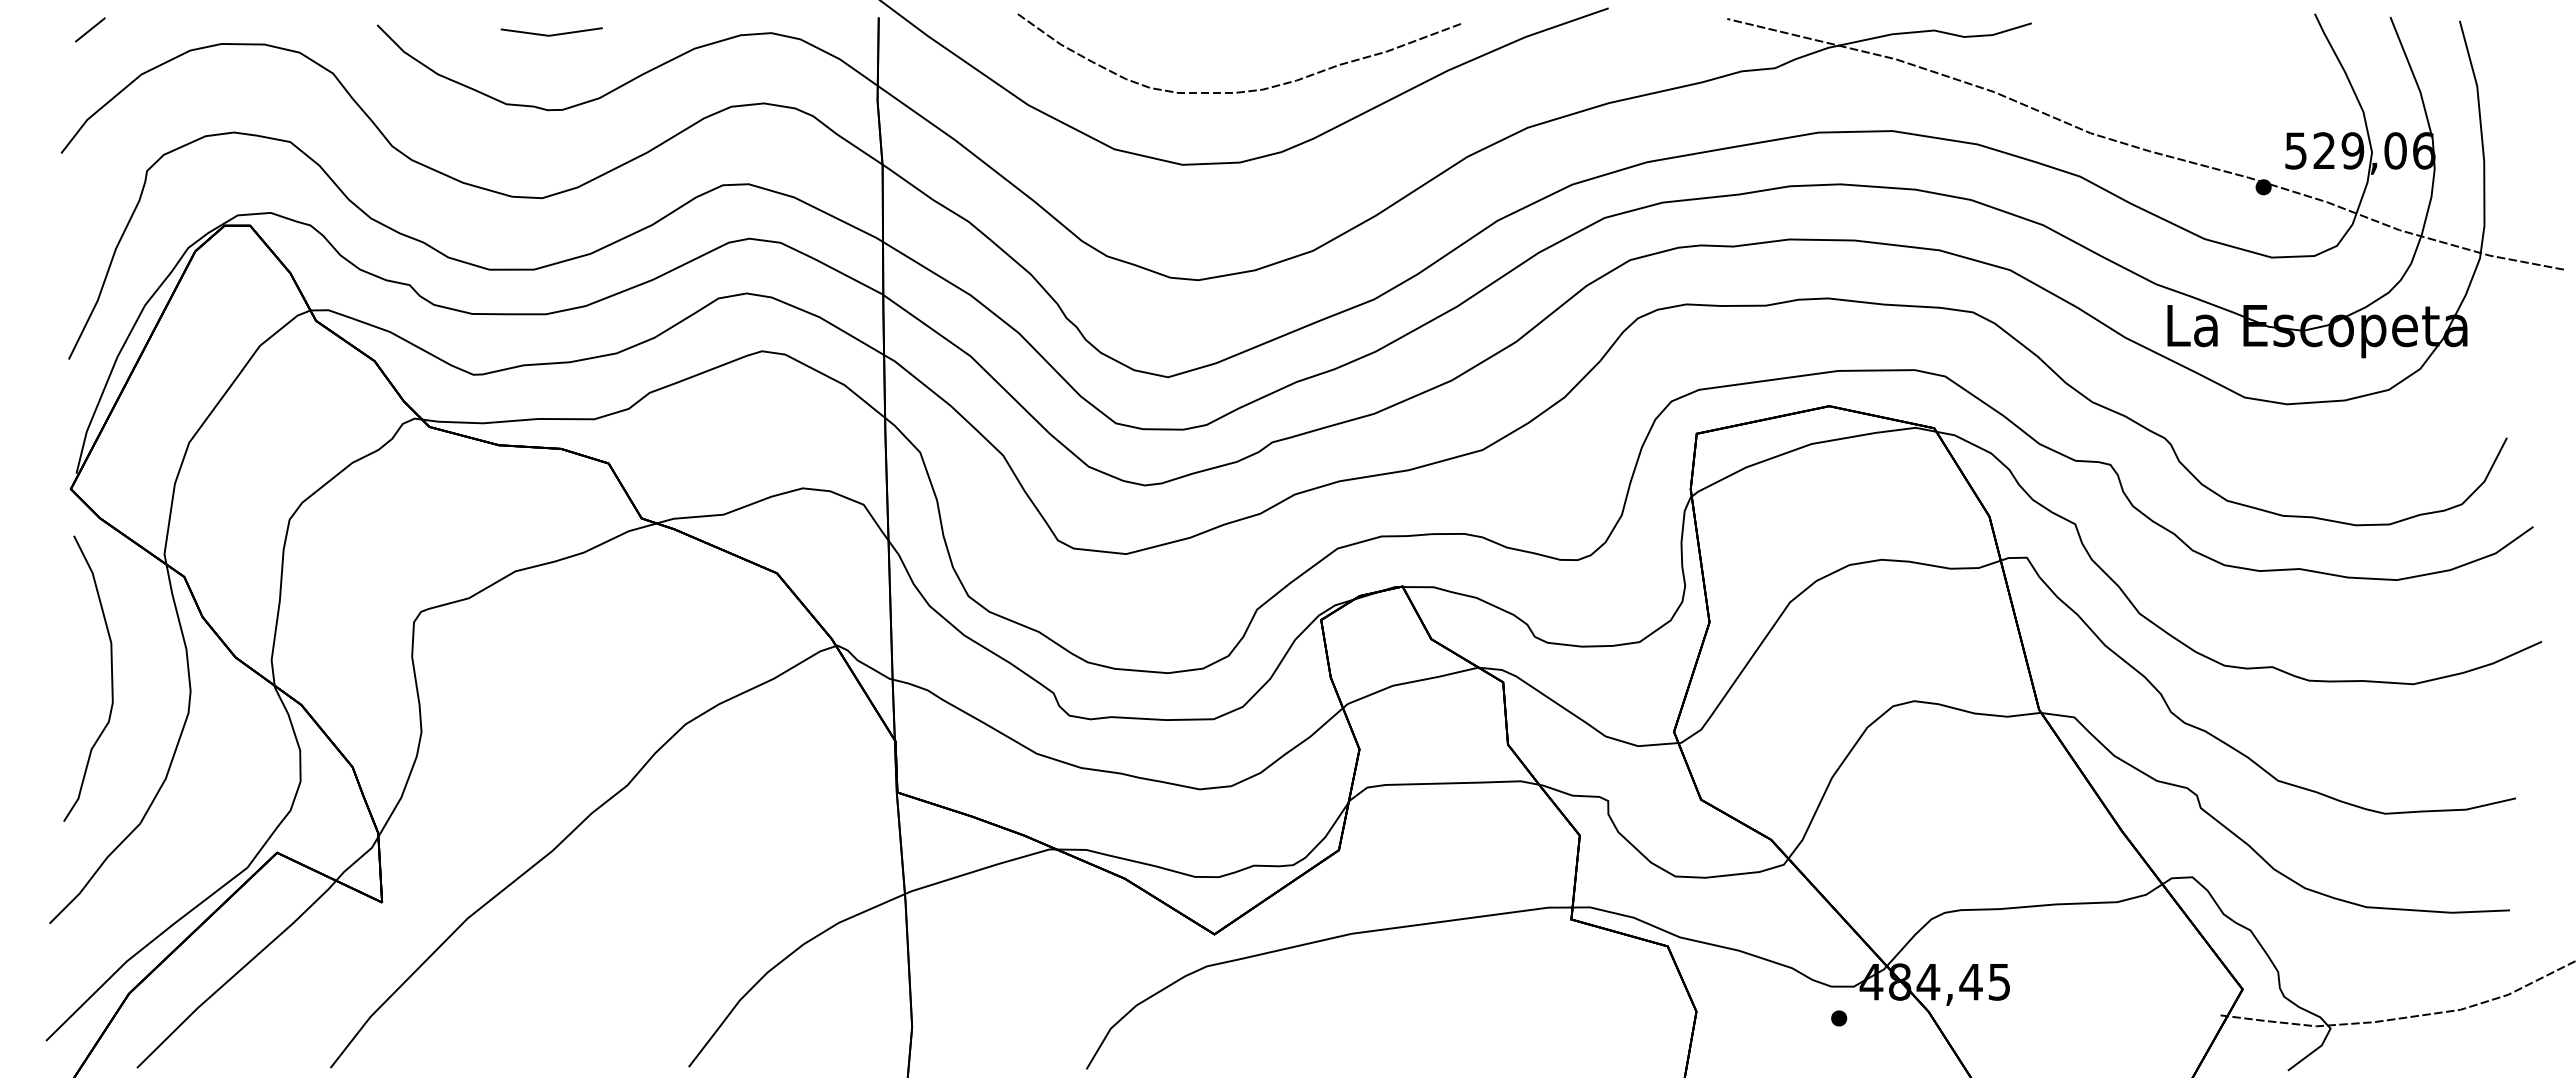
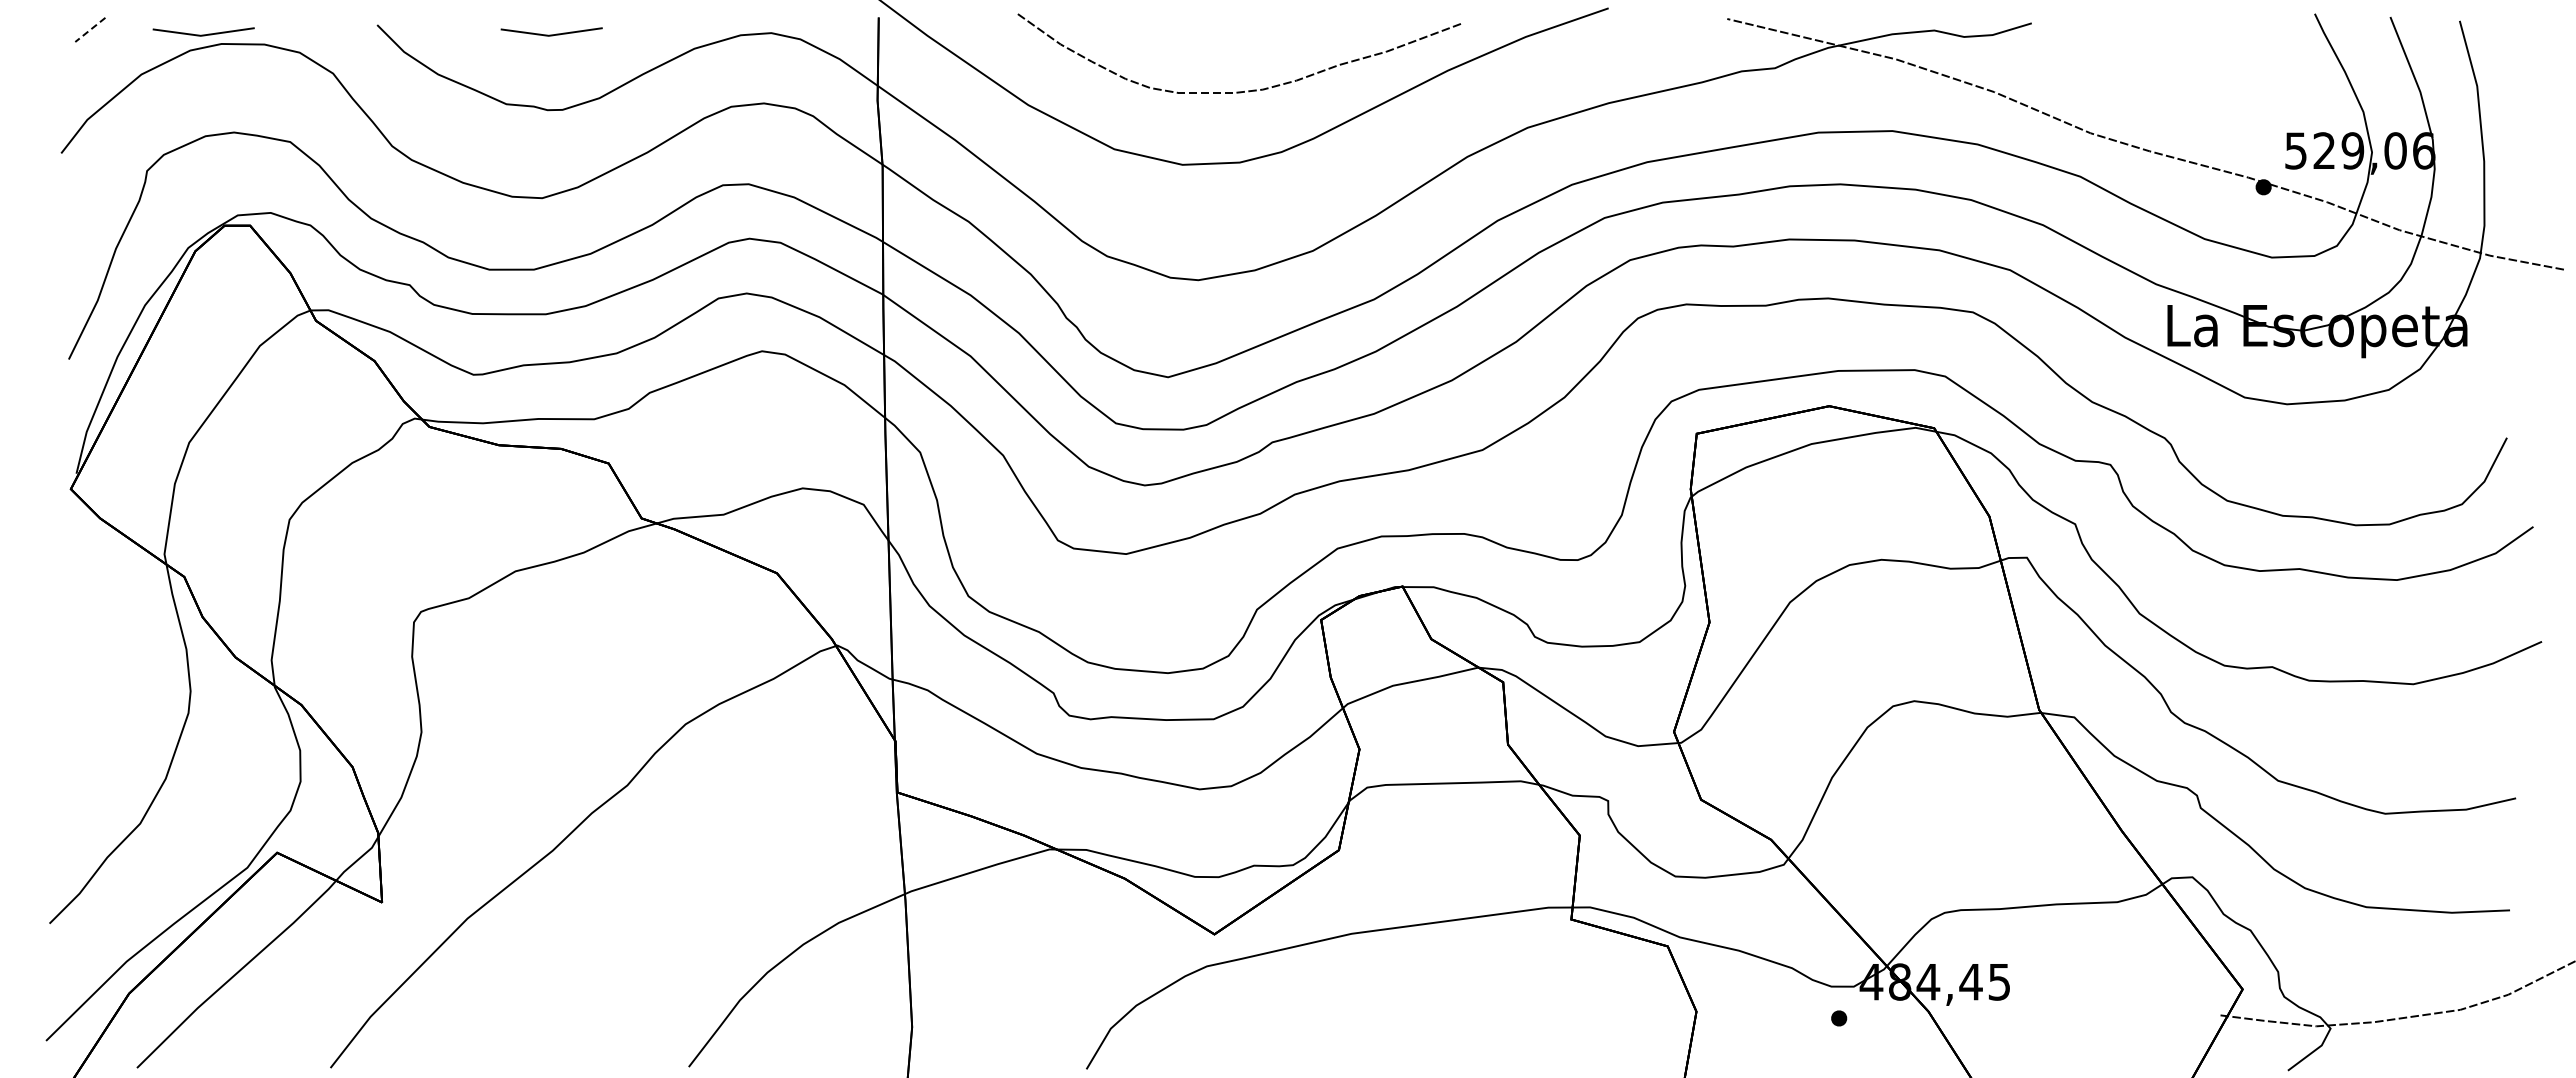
line at (89, 30): solid -> dashed
line at (203, 34): none -> present
curve at (111, 678): present -> none
